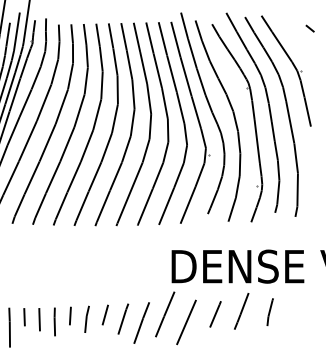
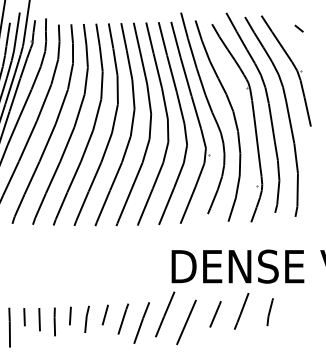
line at (309, 28) position: (309, 28) -> (298, 28)
